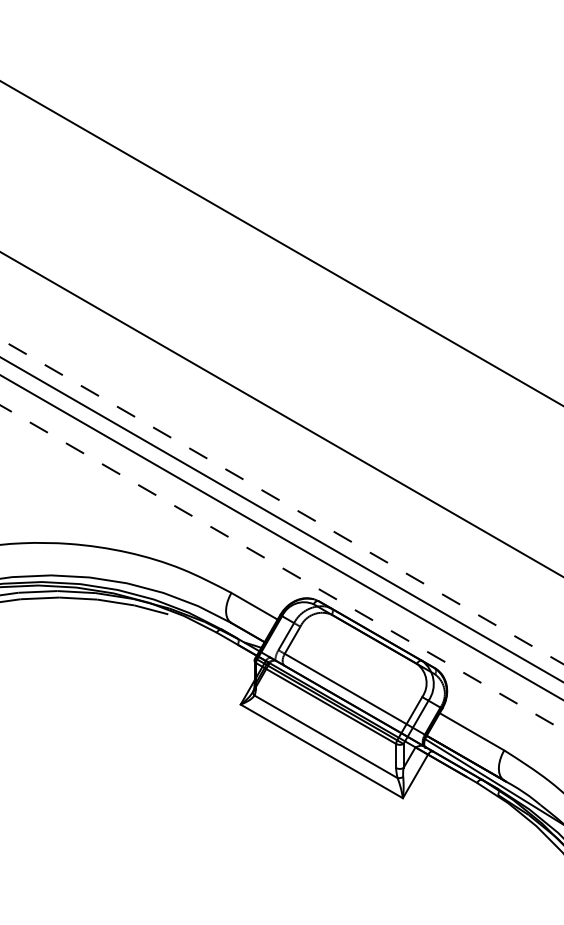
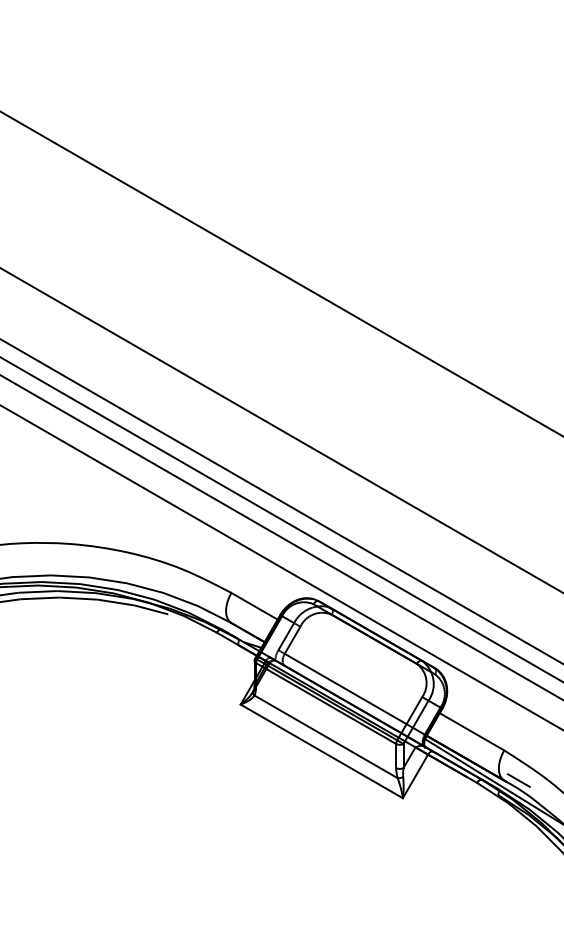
line at (281, 243) position: (281, 243) -> (281, 273)
line at (281, 414) position: (281, 414) -> (281, 430)
line at (281, 501): dashed -> solid
line at (281, 567): dashed -> solid
line at (518, 780): none -> present
